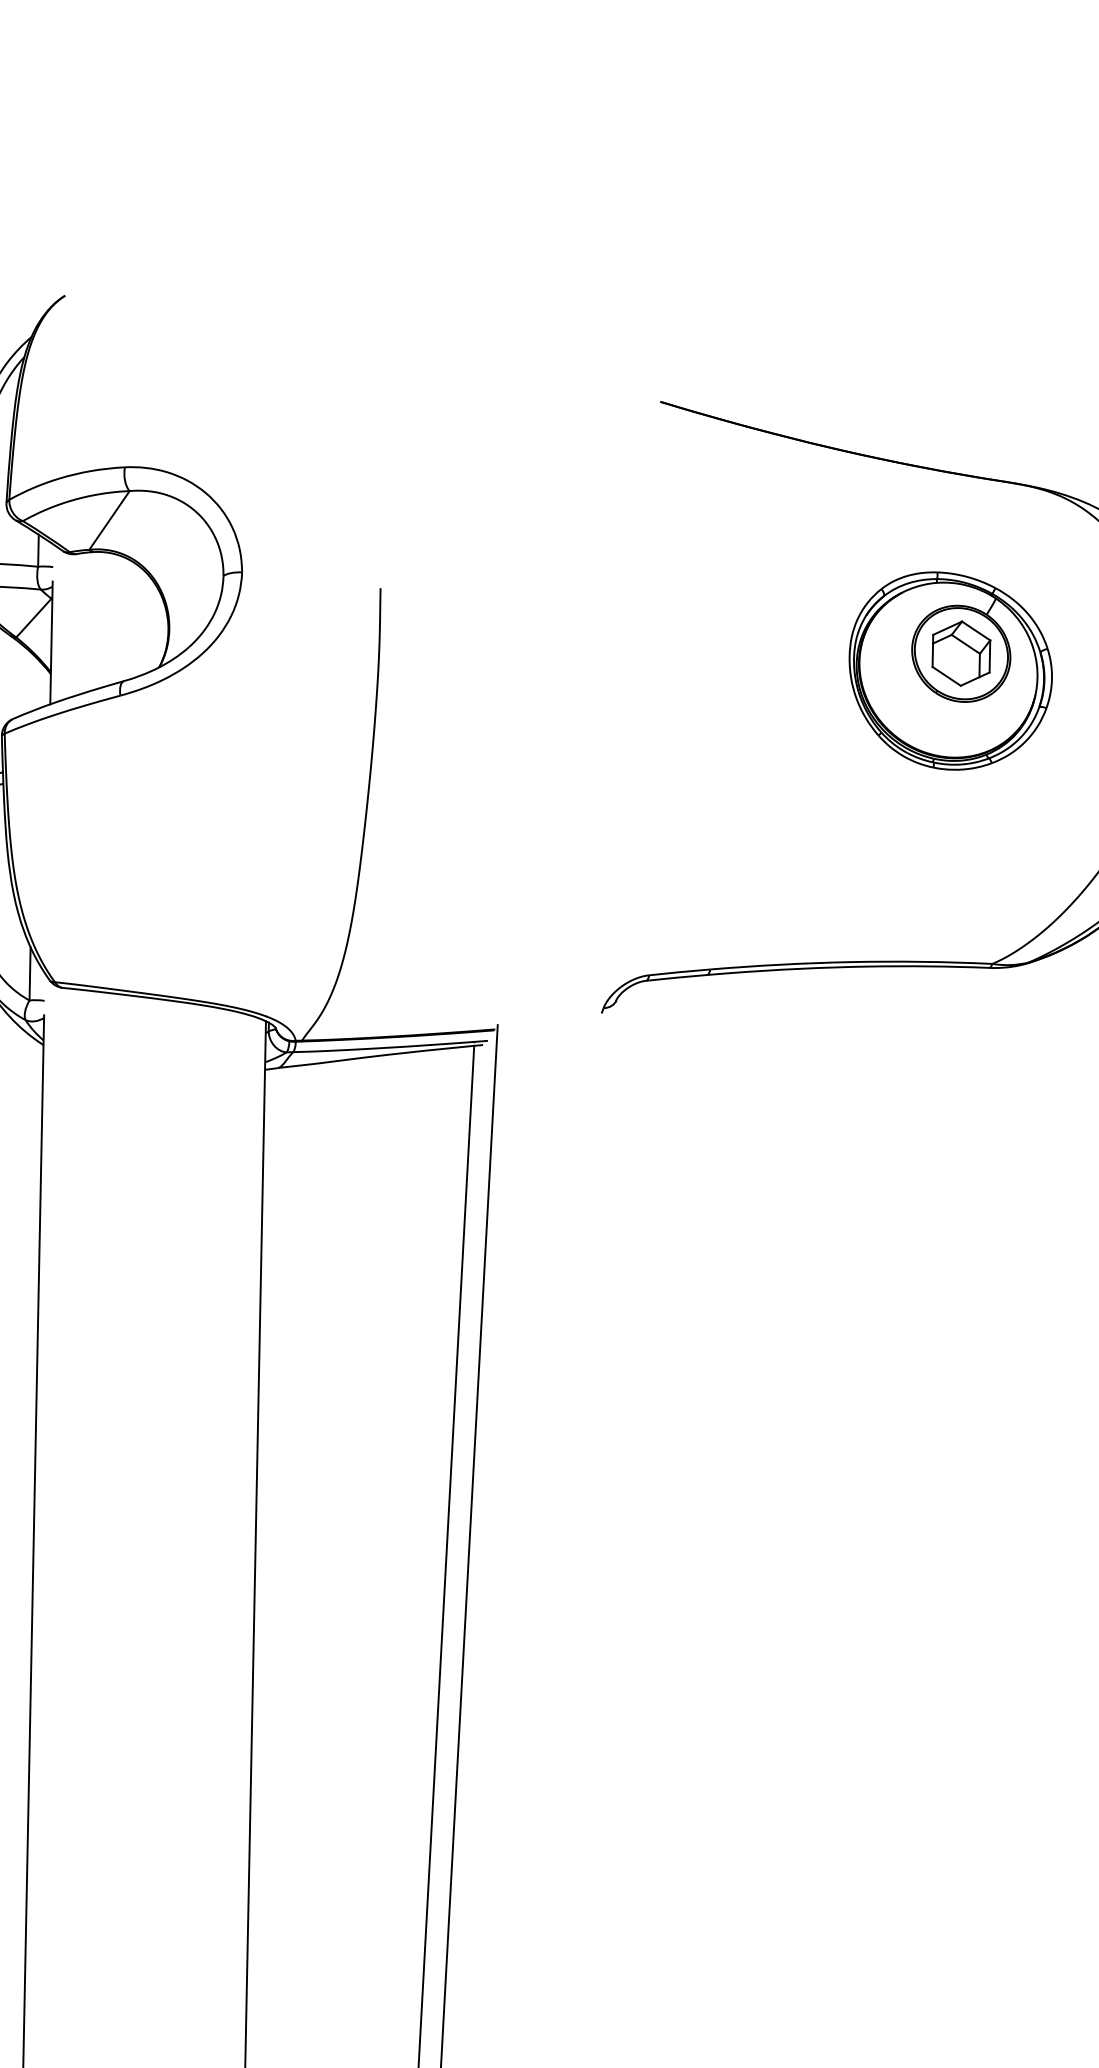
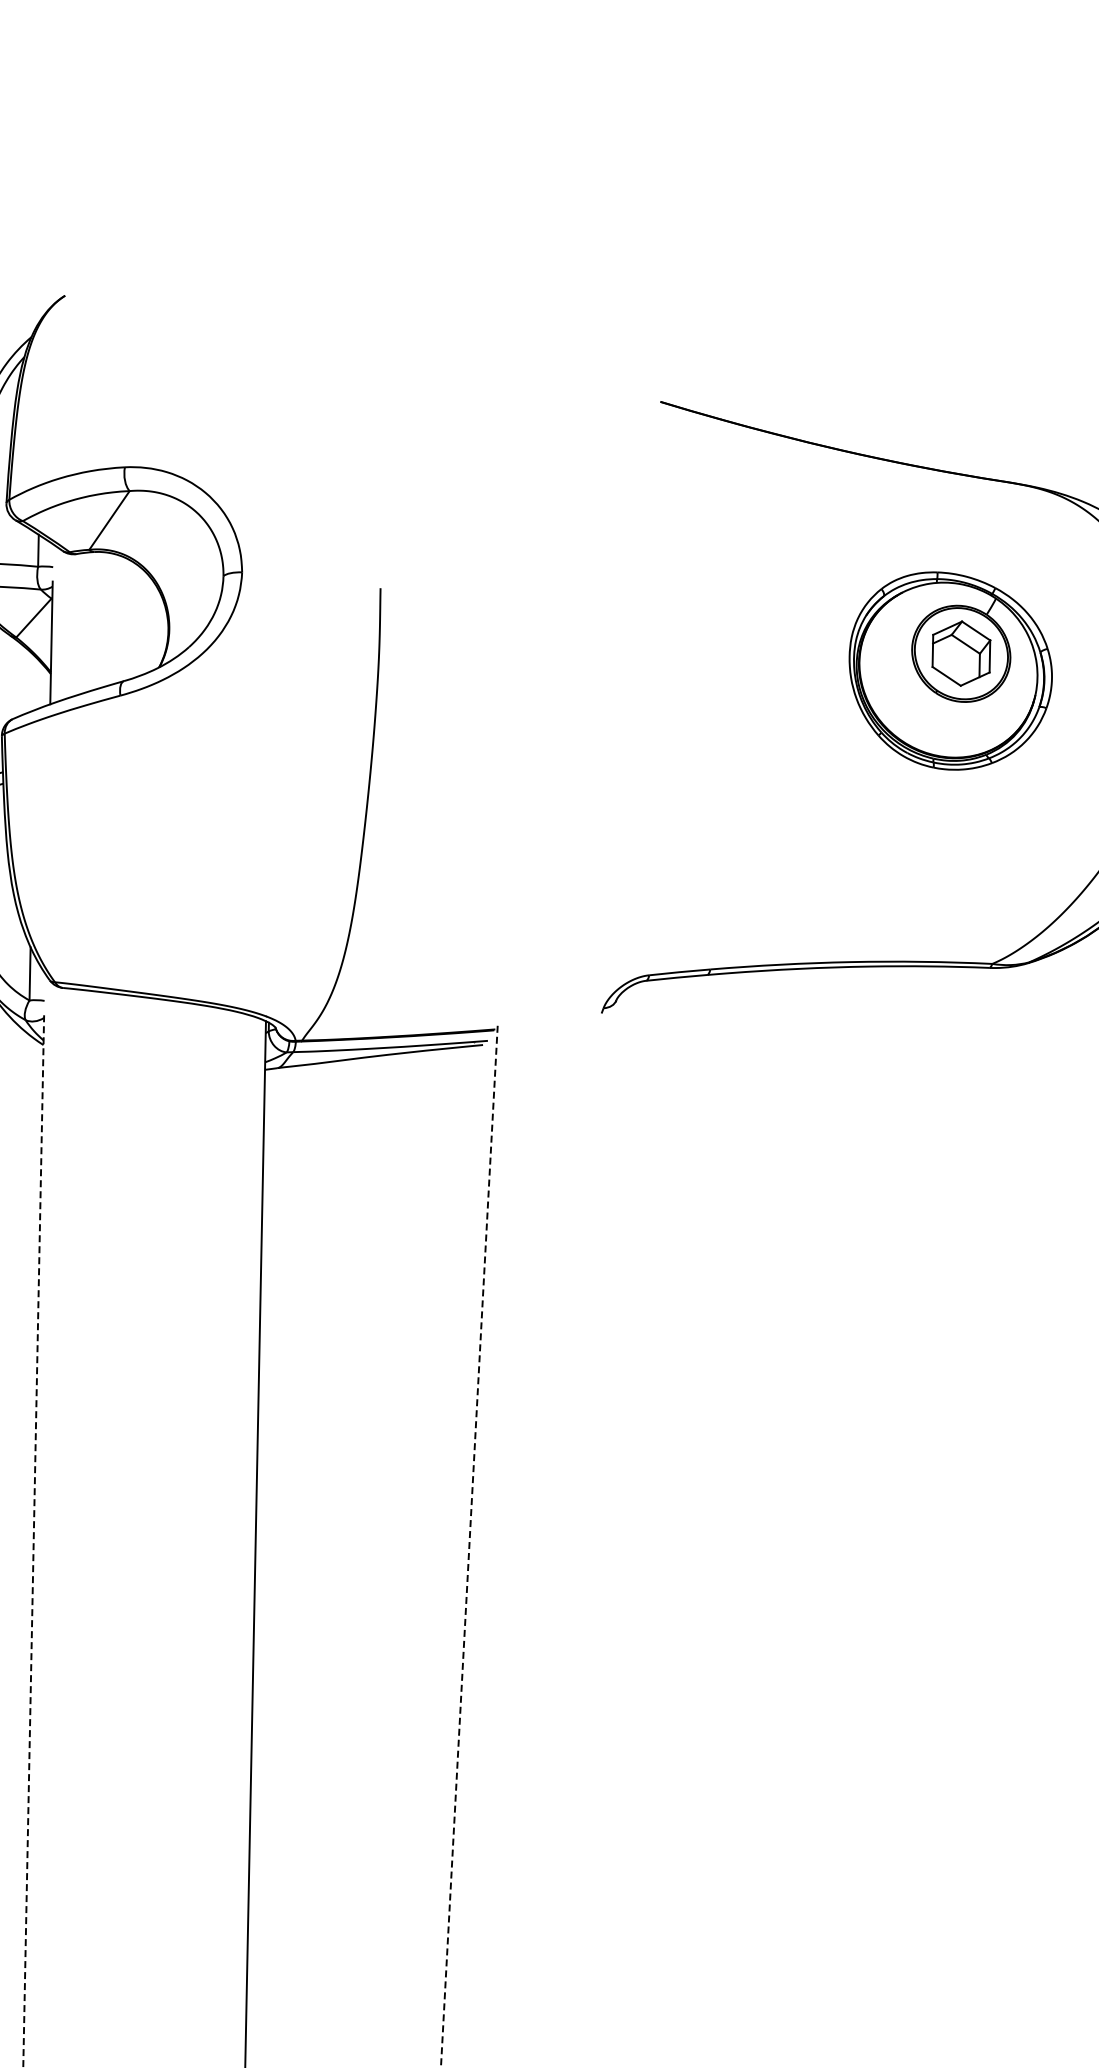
line at (33, 1541): solid -> dashed
line at (469, 1546): solid -> dashed
line at (446, 1554): present -> none
